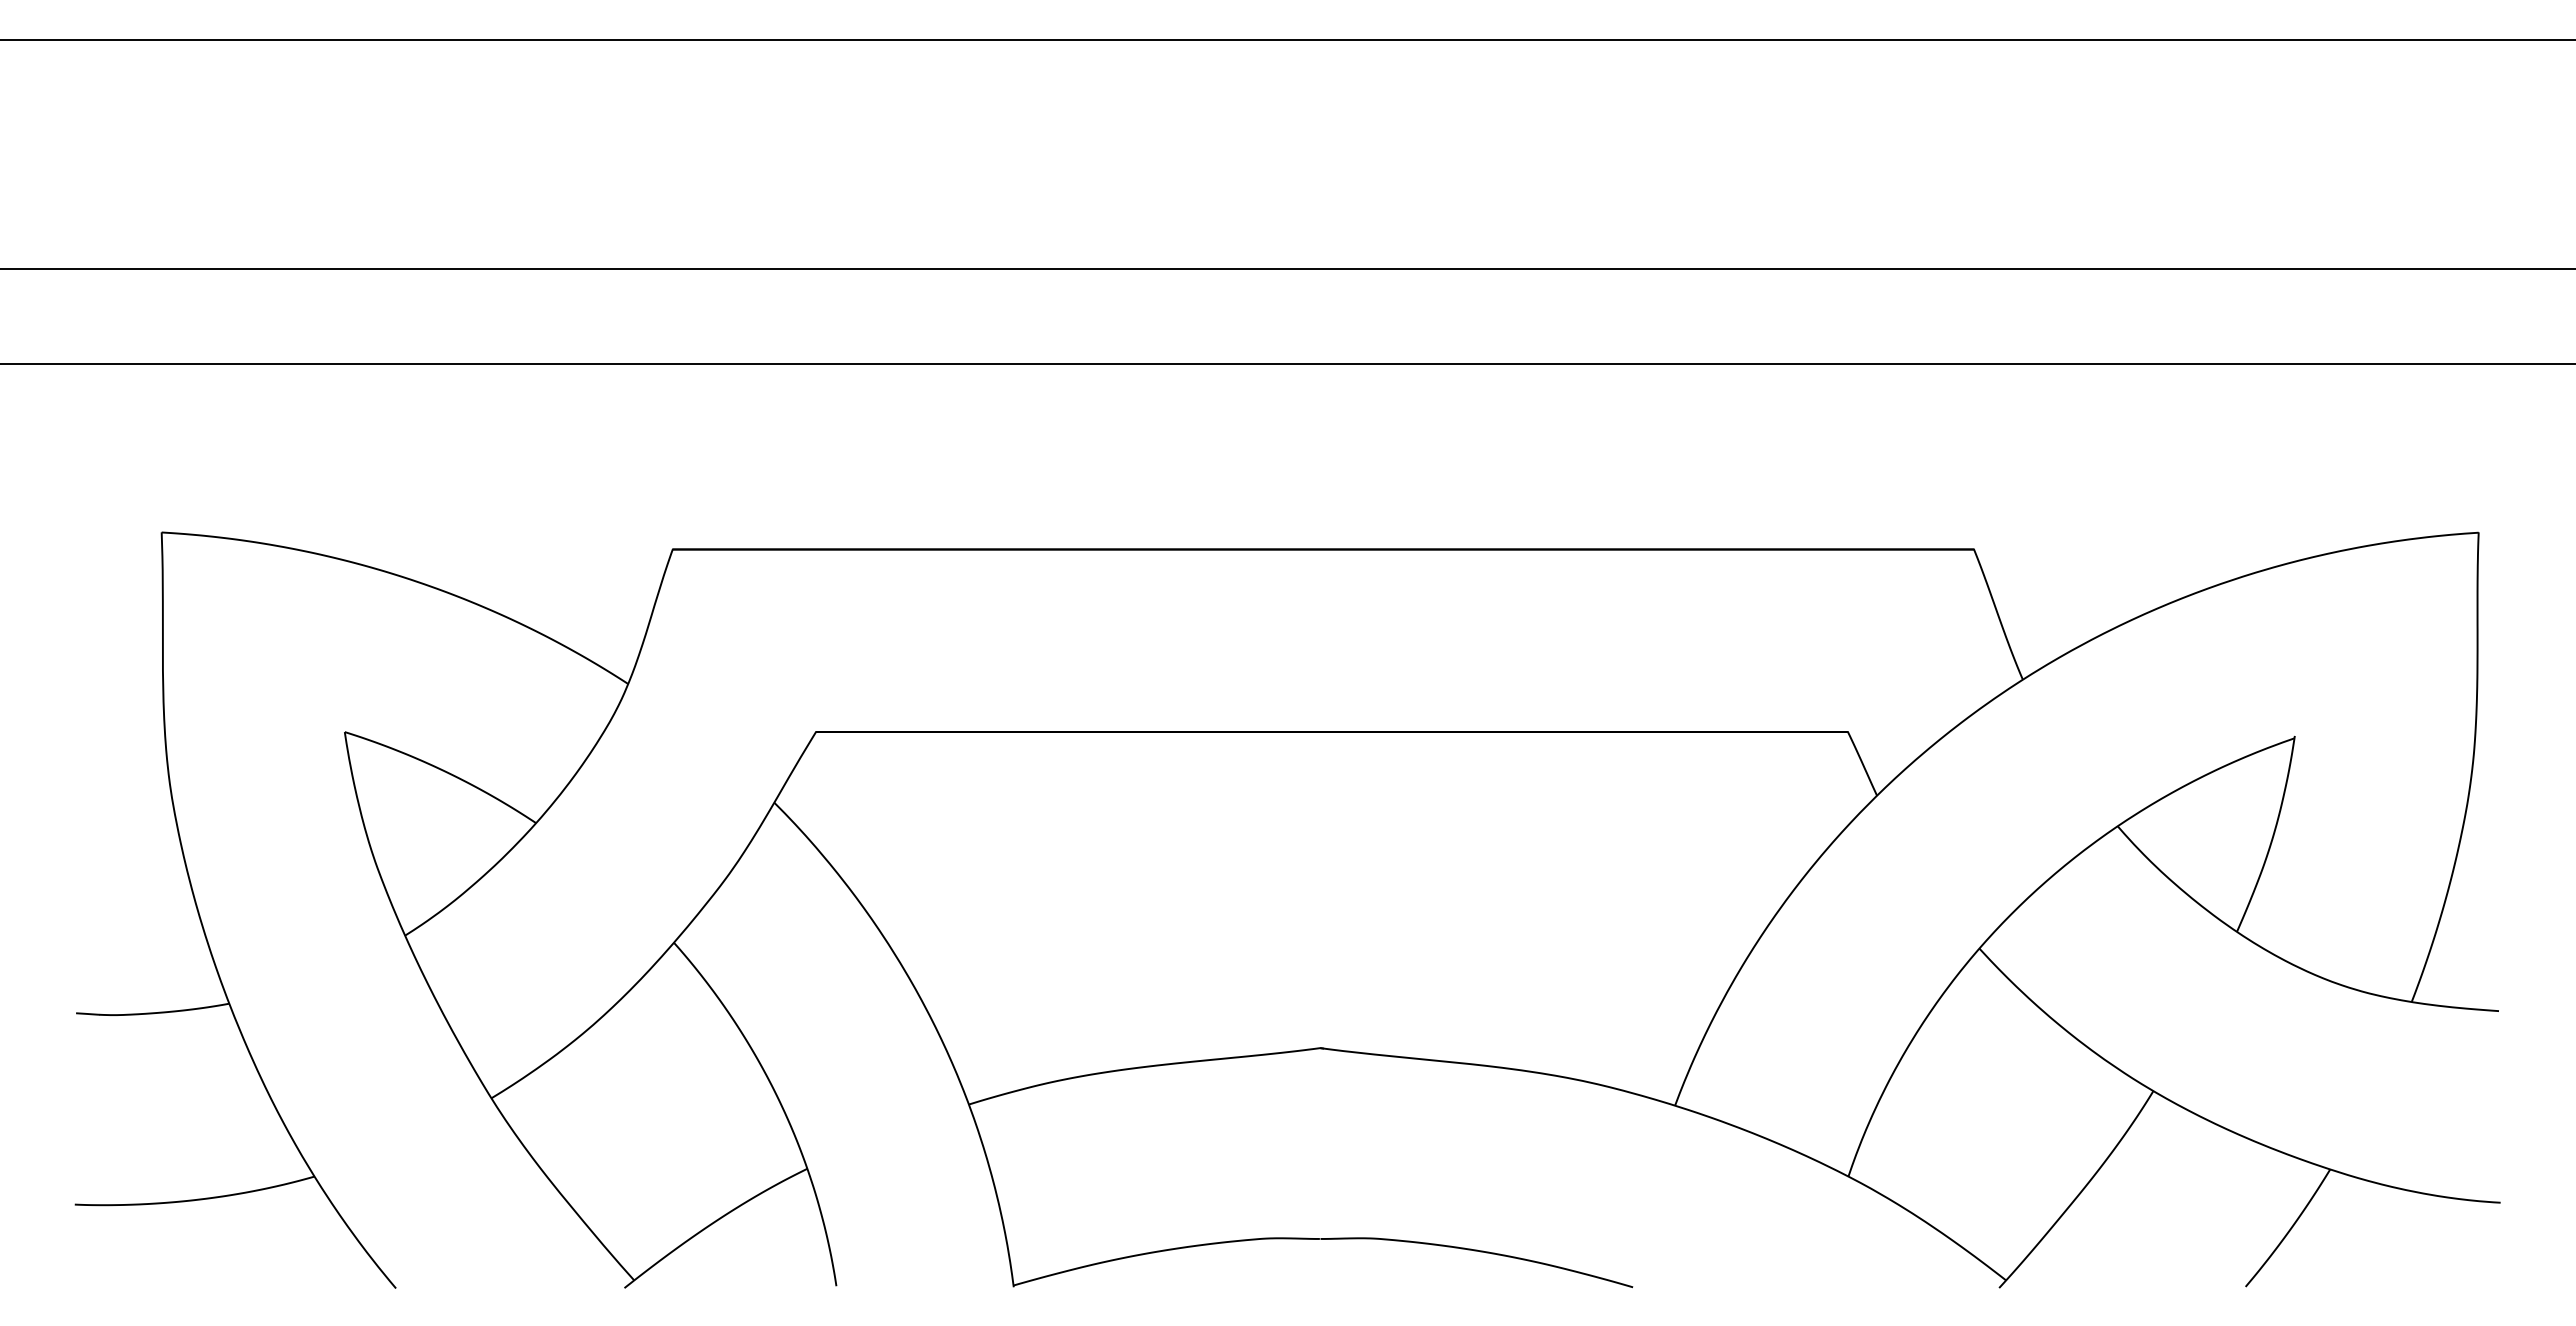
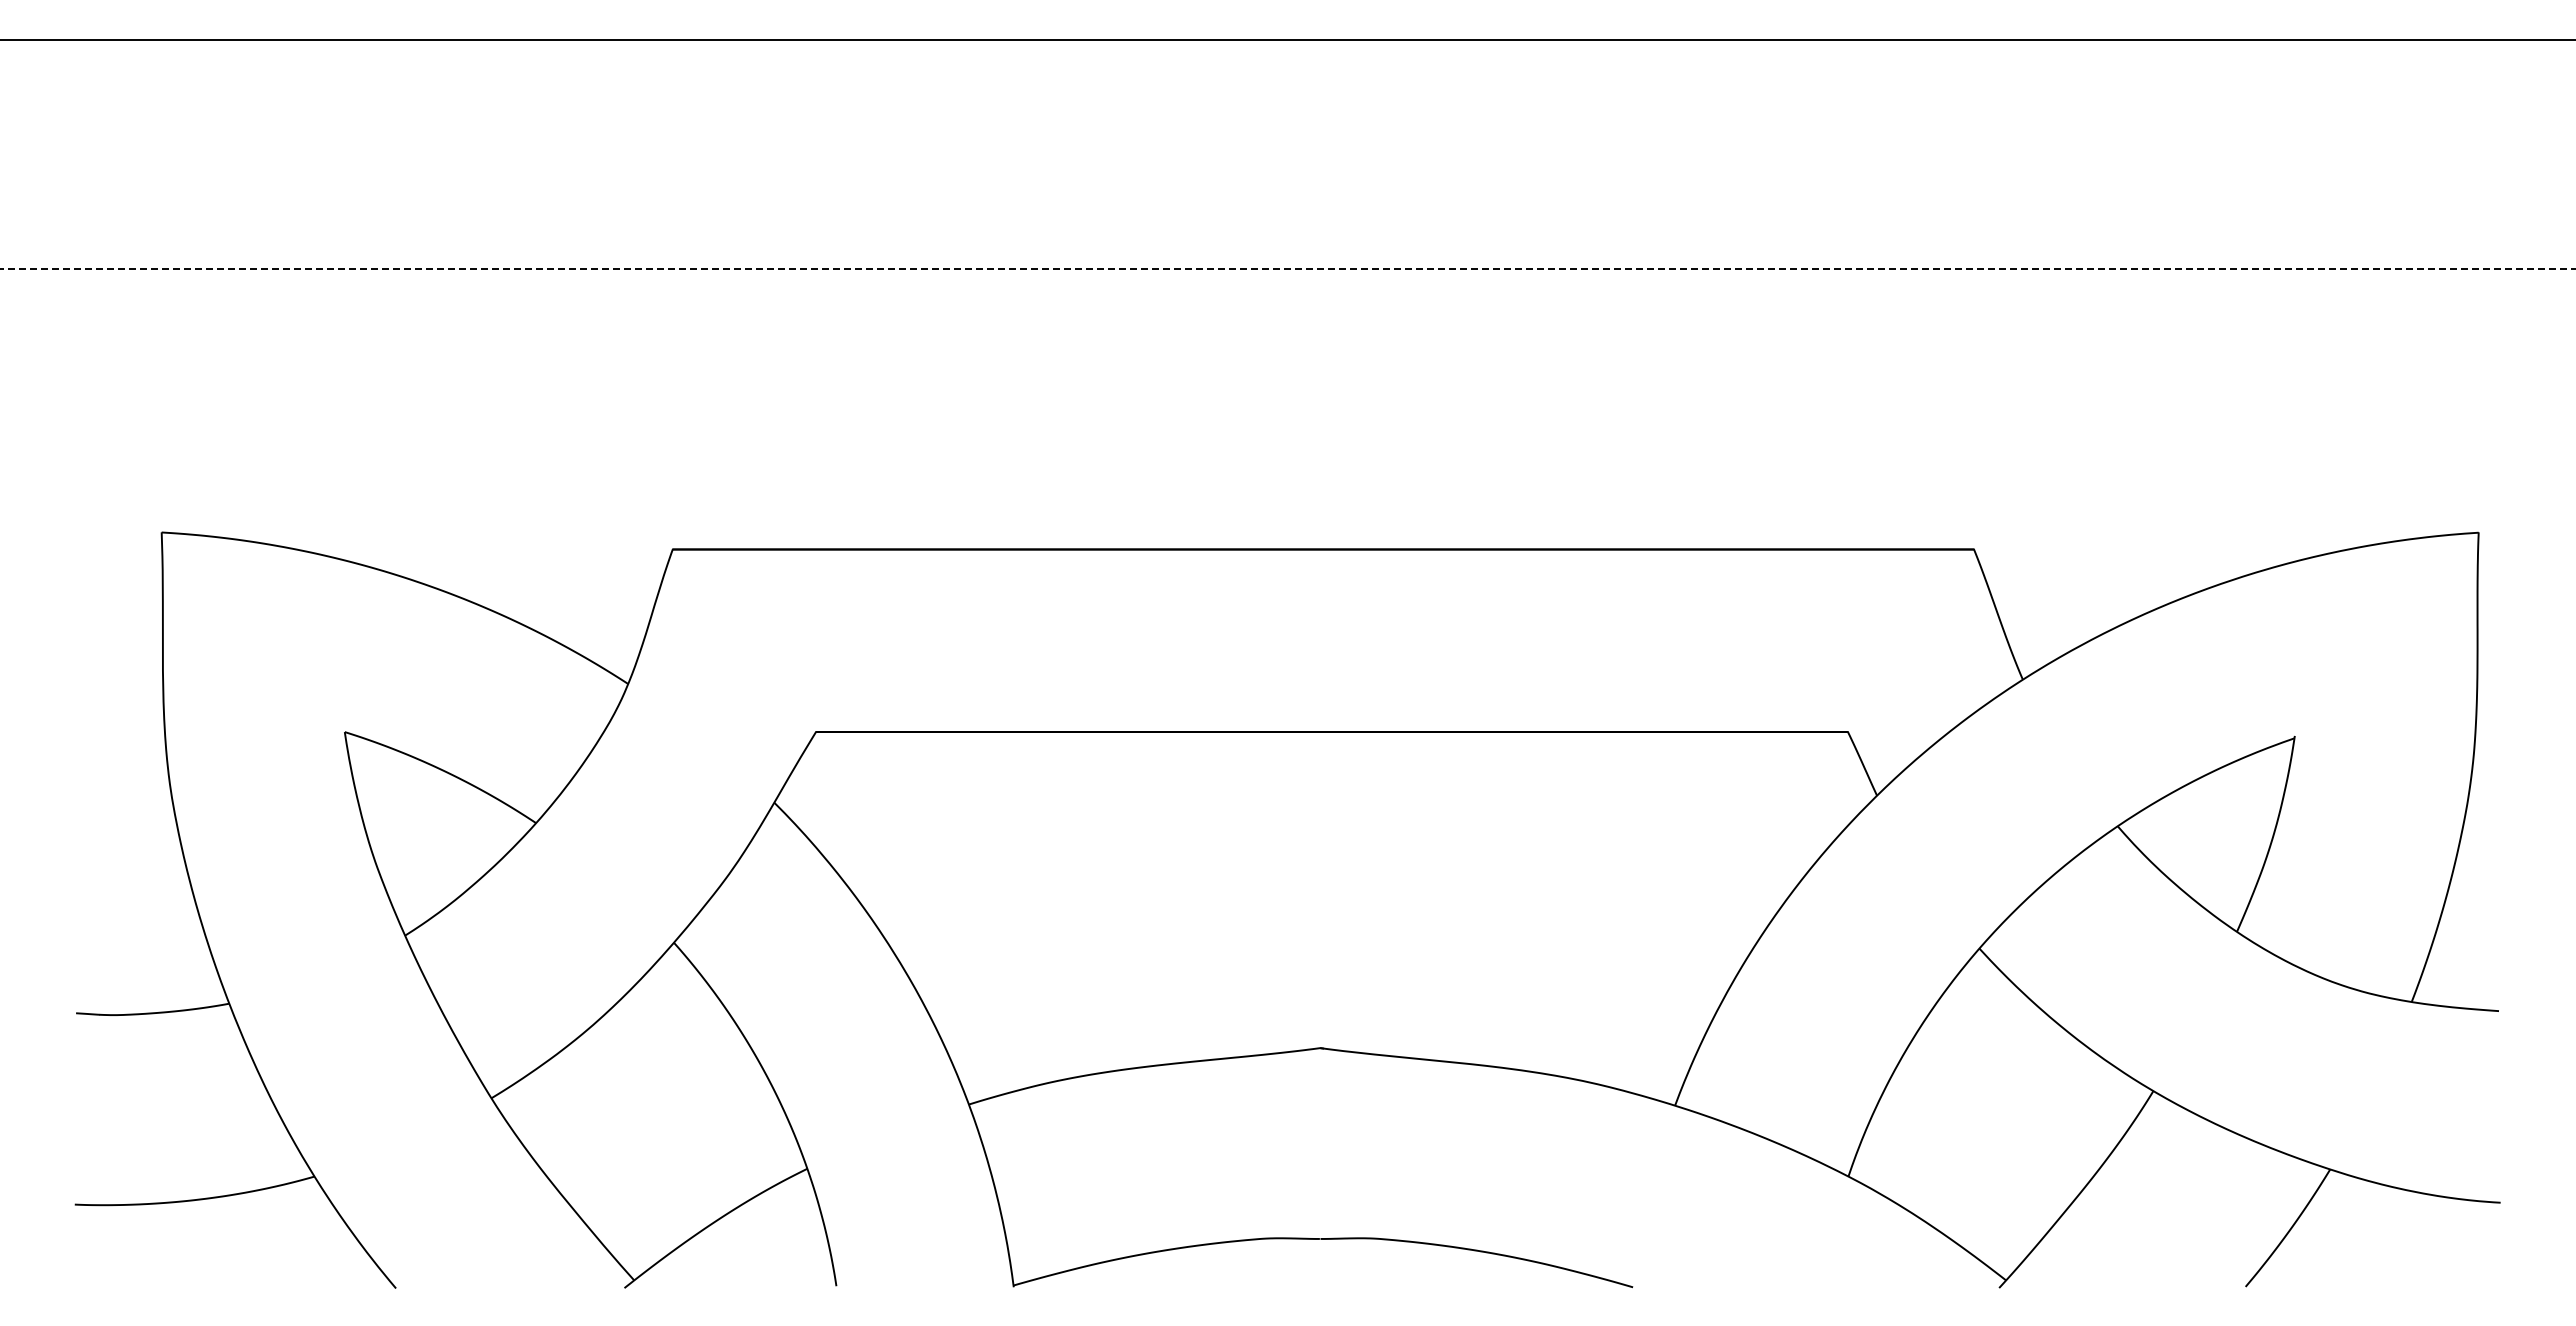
line at (1287, 268): solid -> dashed
line at (1287, 363): present -> none
